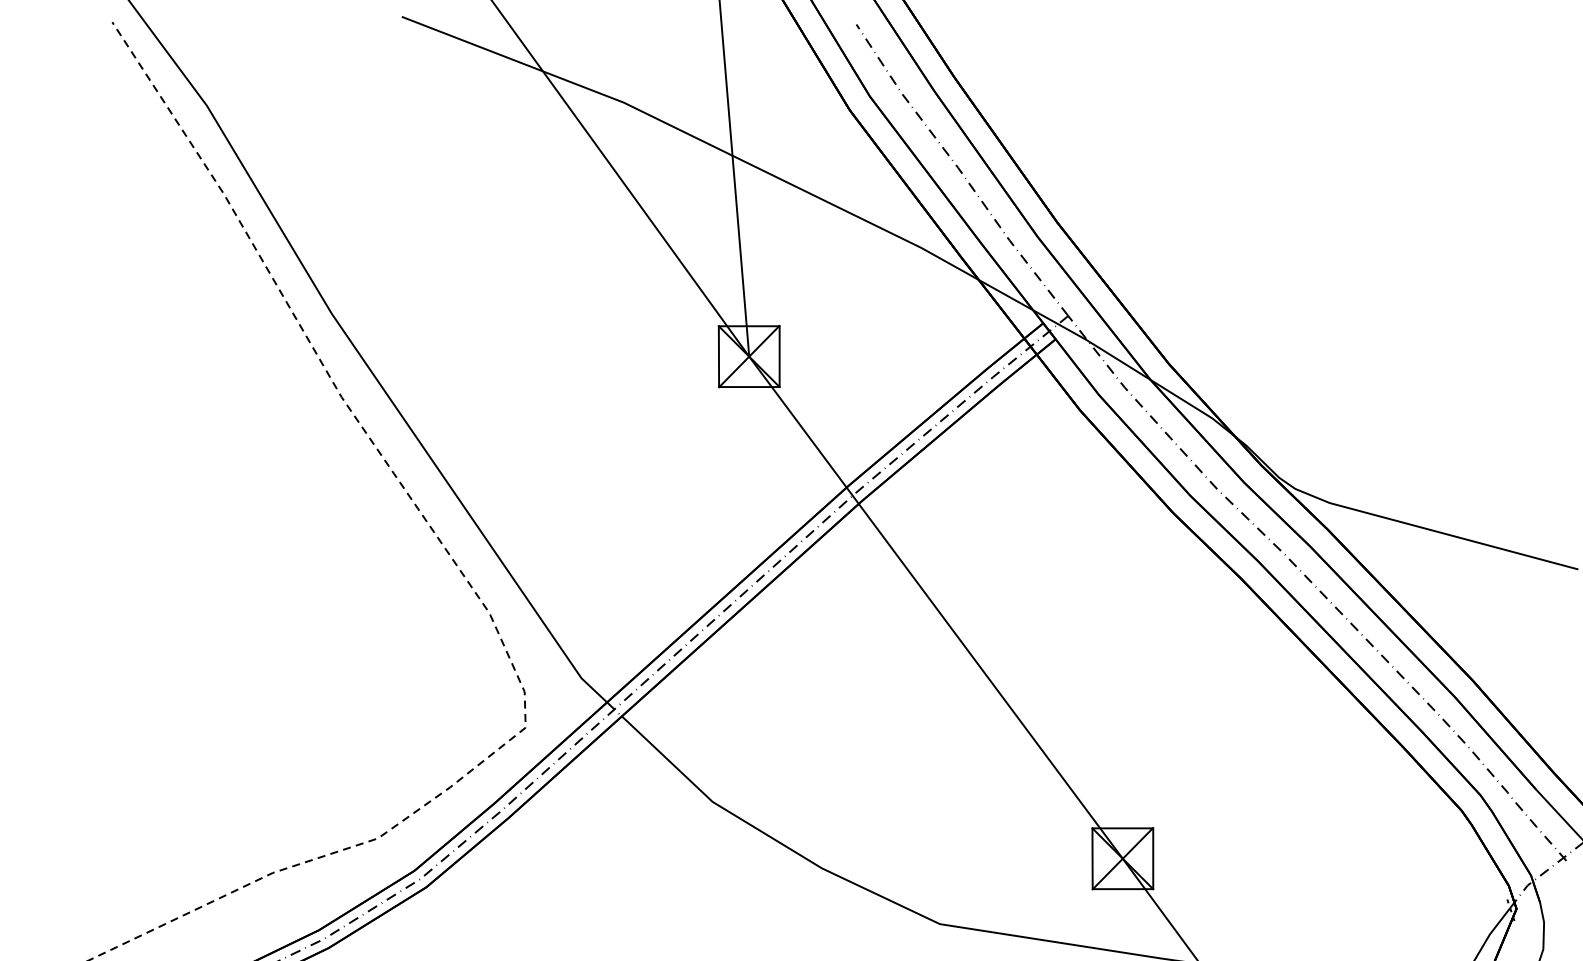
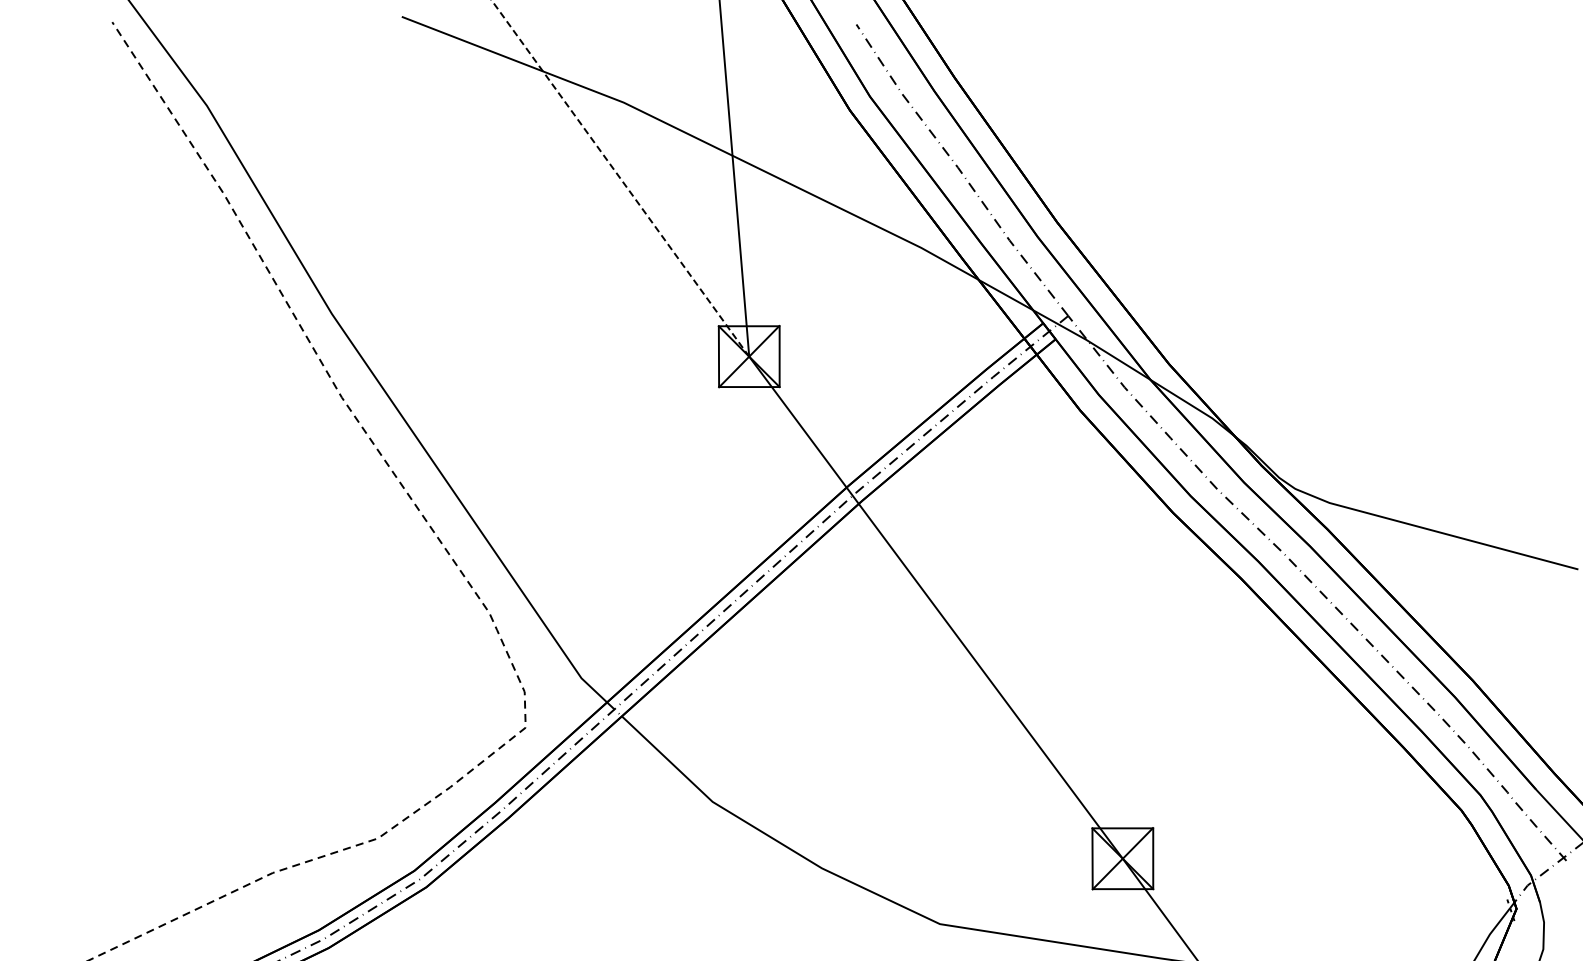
line at (620, 178): solid -> dashed
